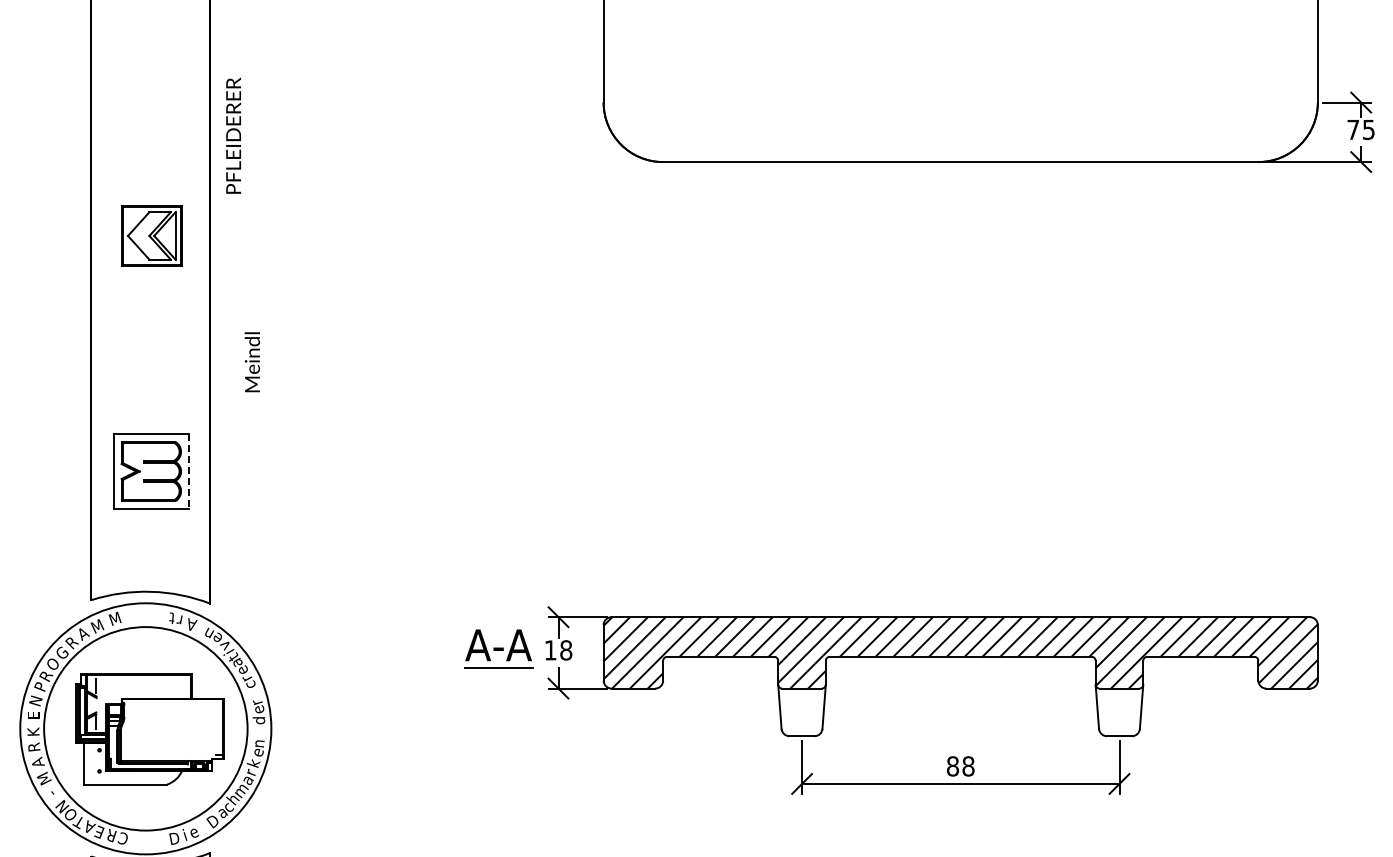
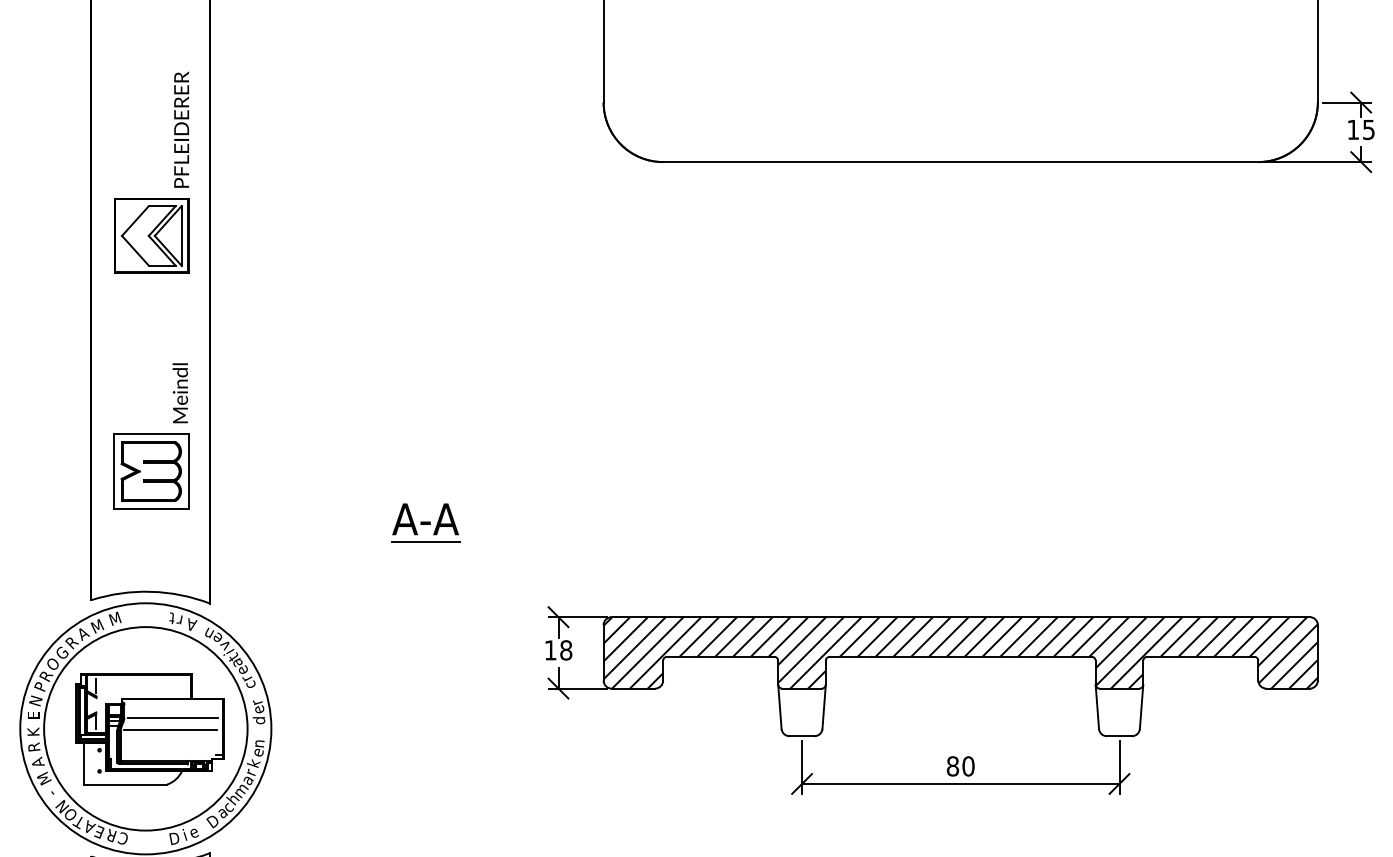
text at (1352, 129): 75 -> 15
text at (233, 135) position: (233, 135) -> (181, 129)
part at (151, 235) size: 62x62 px -> 76x76 px
text at (251, 362) position: (251, 362) -> (179, 393)
line at (188, 472): dashed -> solid
part at (498, 648) position: (498, 648) -> (425, 522)
line at (172, 718): none -> present
line at (169, 730): none -> present
text at (968, 766): 88 -> 80
